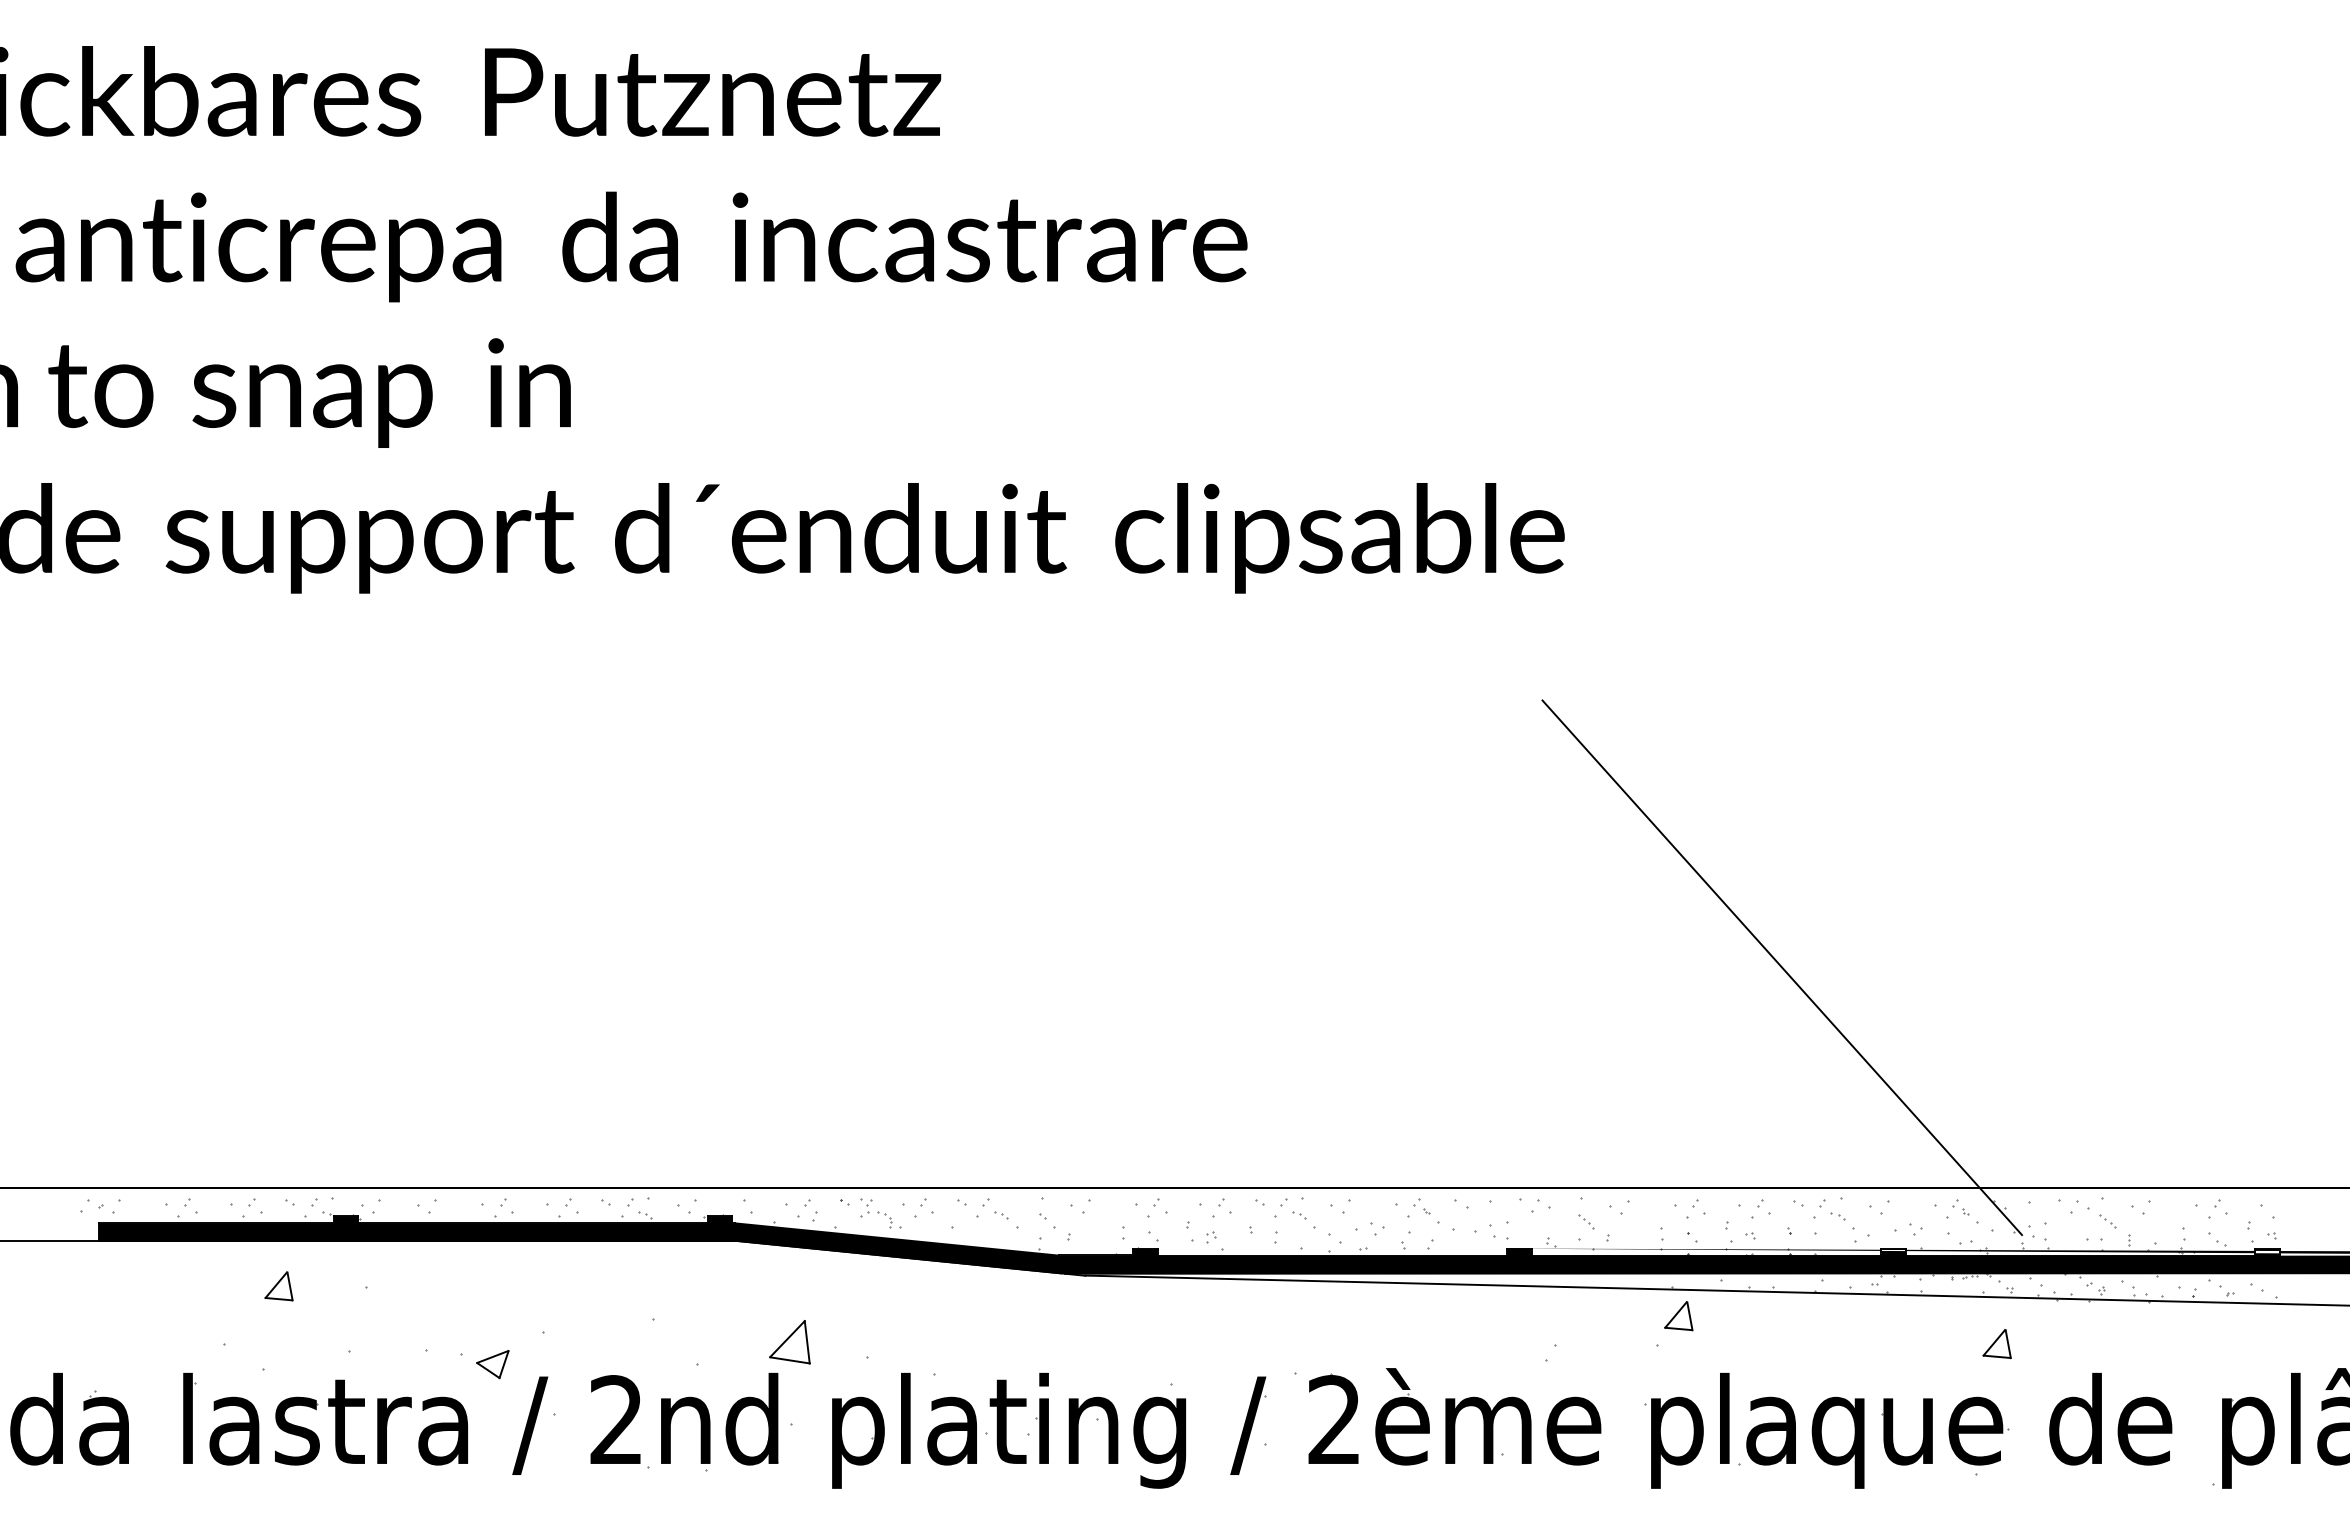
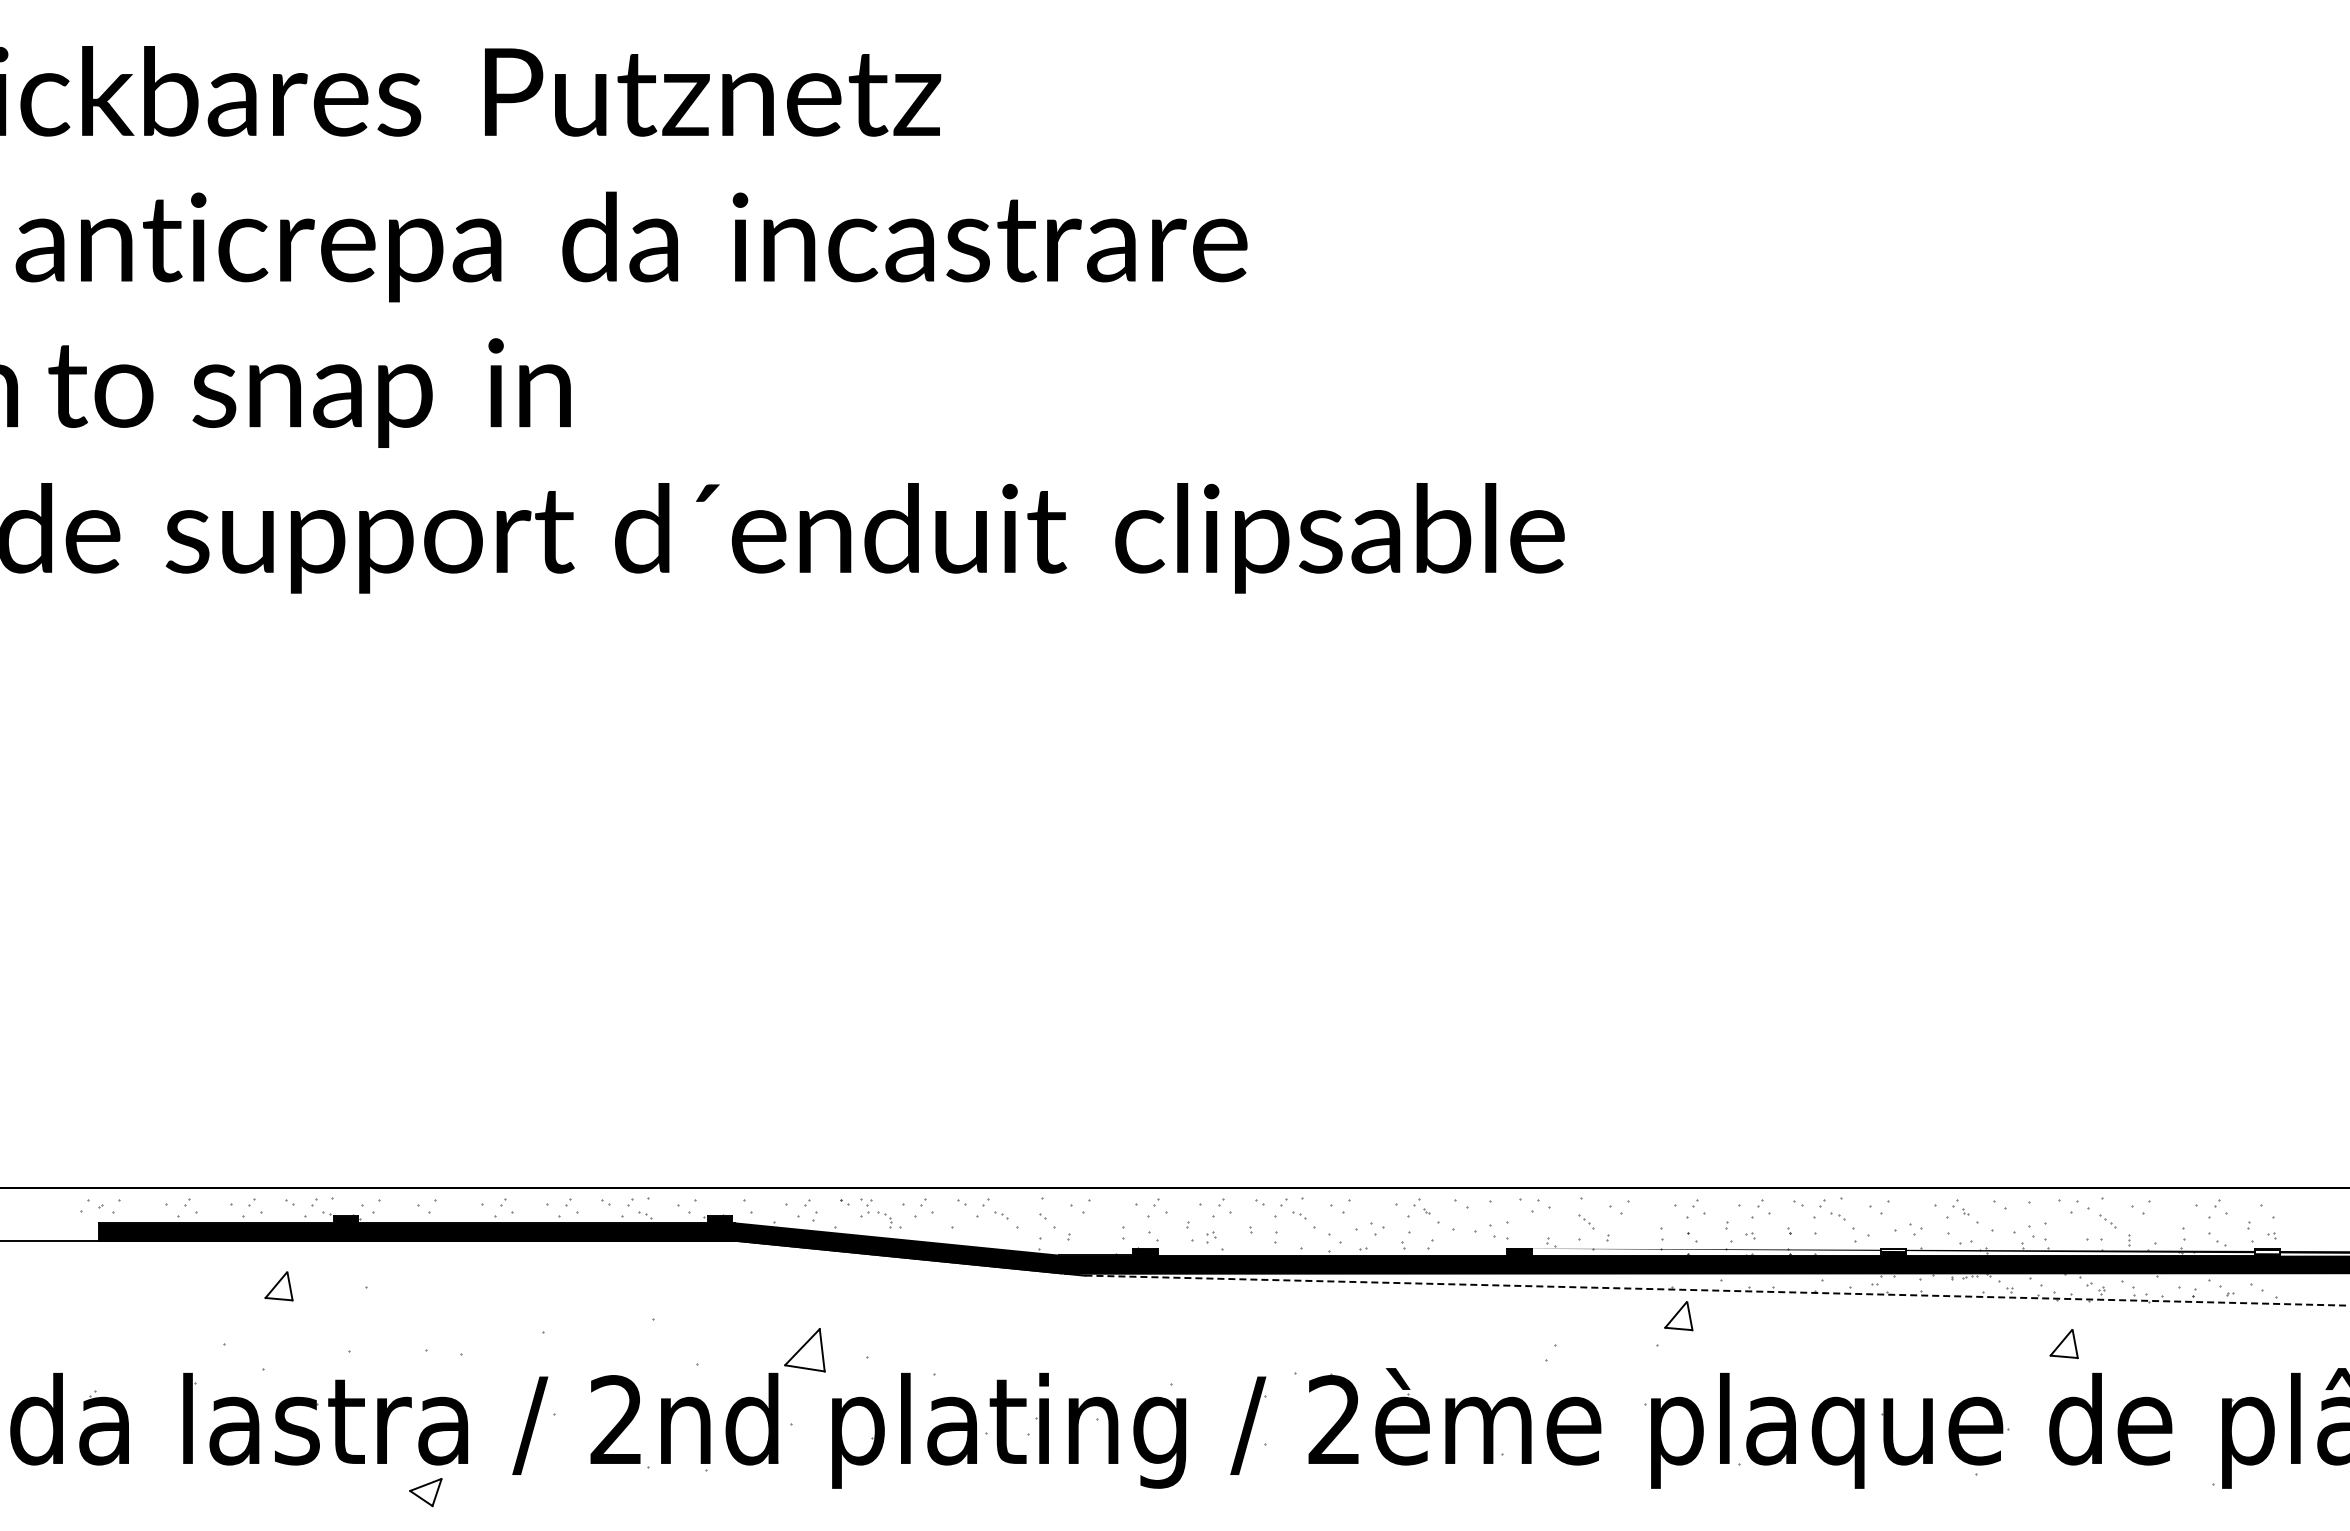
line at (1782, 967): present -> none
line at (1718, 1290): solid -> dashed
part at (789, 1342) position: (789, 1342) -> (804, 1350)
part at (1996, 1344) position: (1996, 1344) -> (2063, 1344)
part at (492, 1364) position: (492, 1364) -> (425, 1492)
